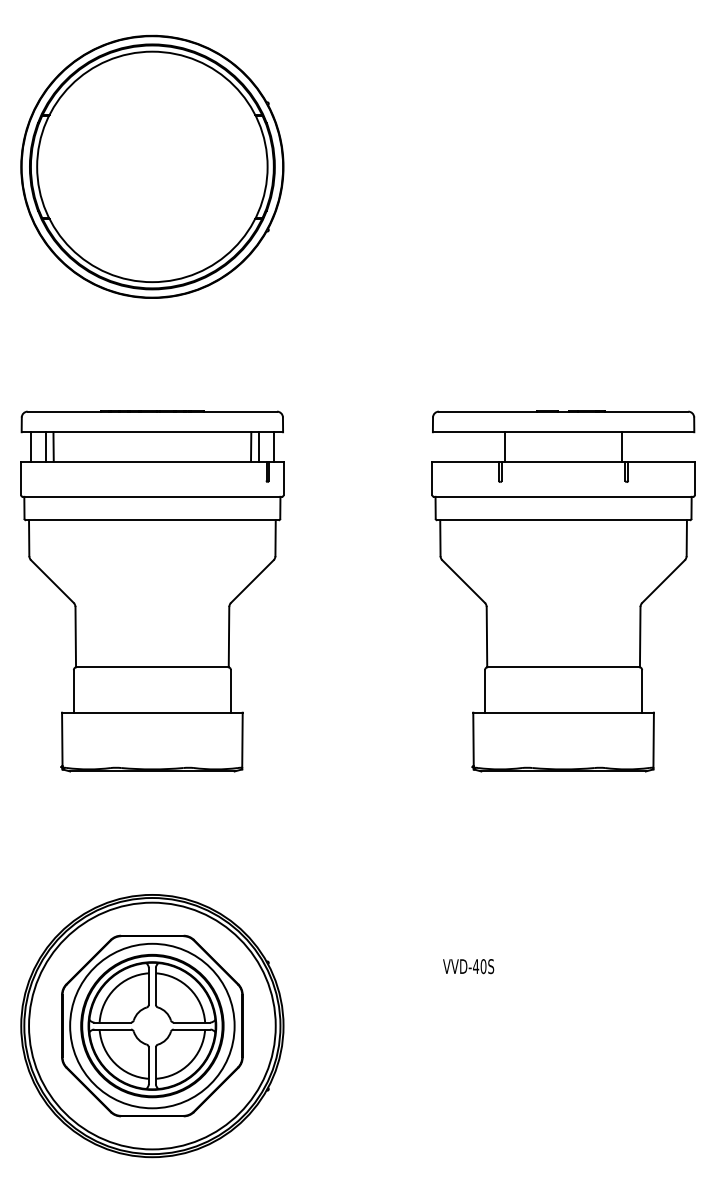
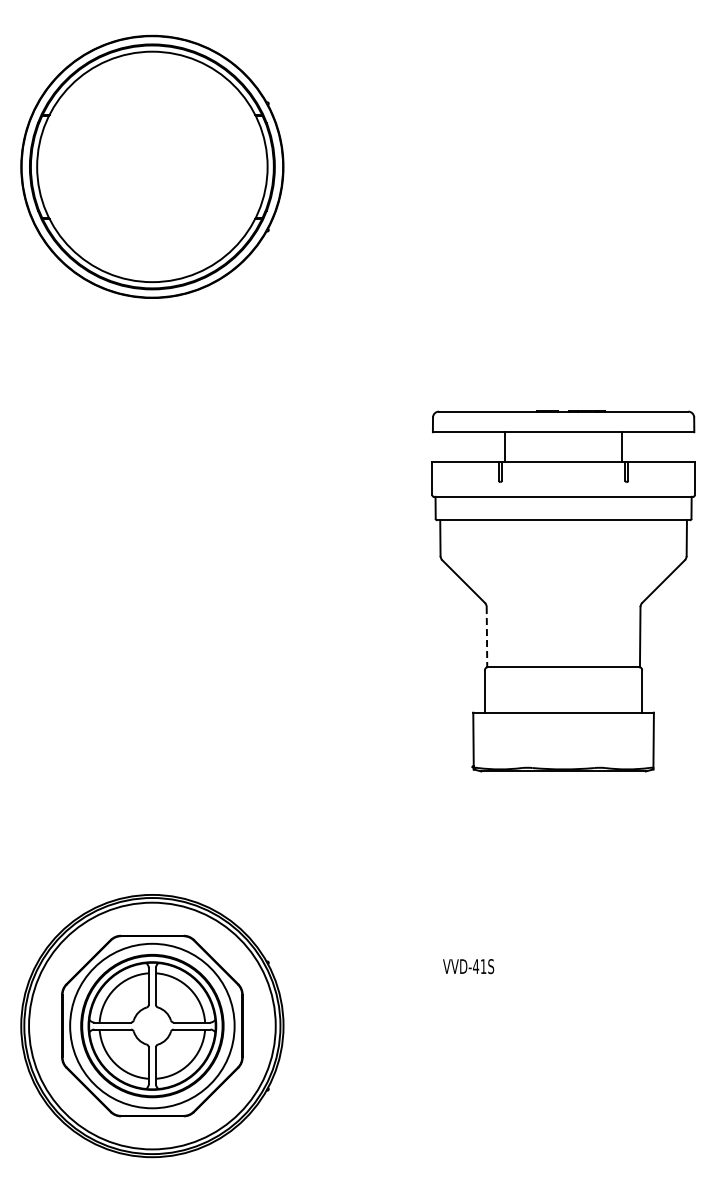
part at (152, 591): present -> none
line at (486, 637): solid -> dashed
text at (483, 966): VVD-40S -> VVD-41S
